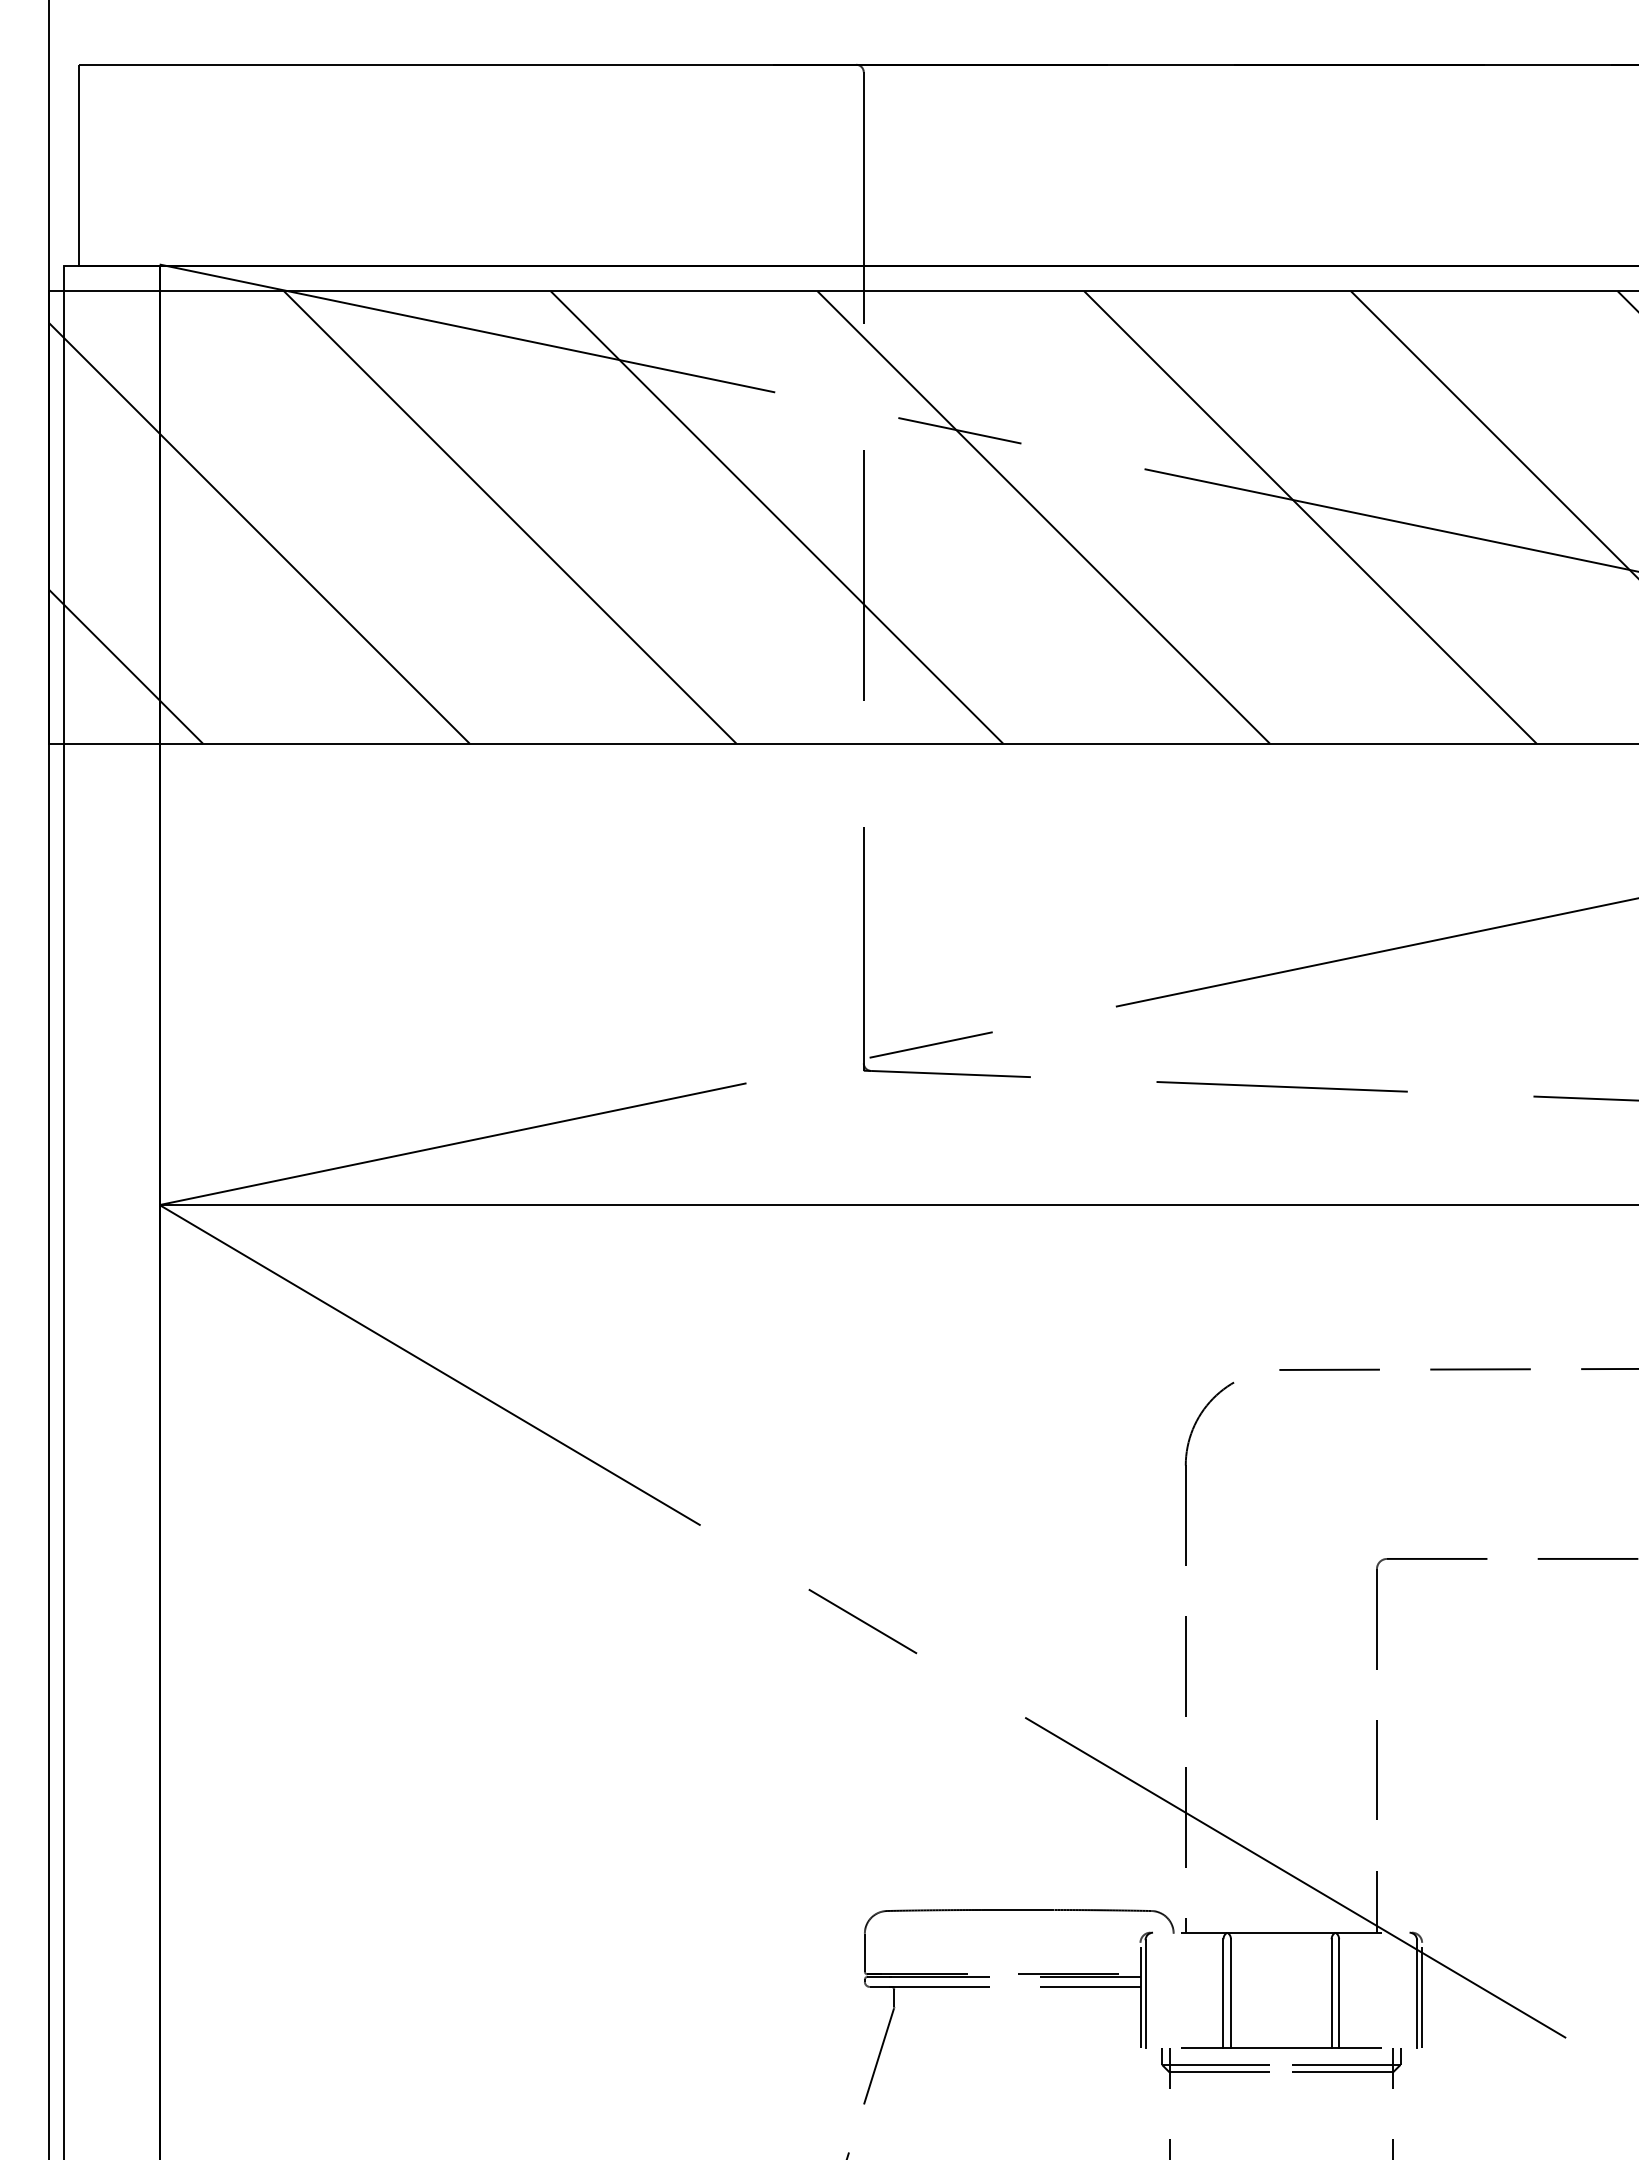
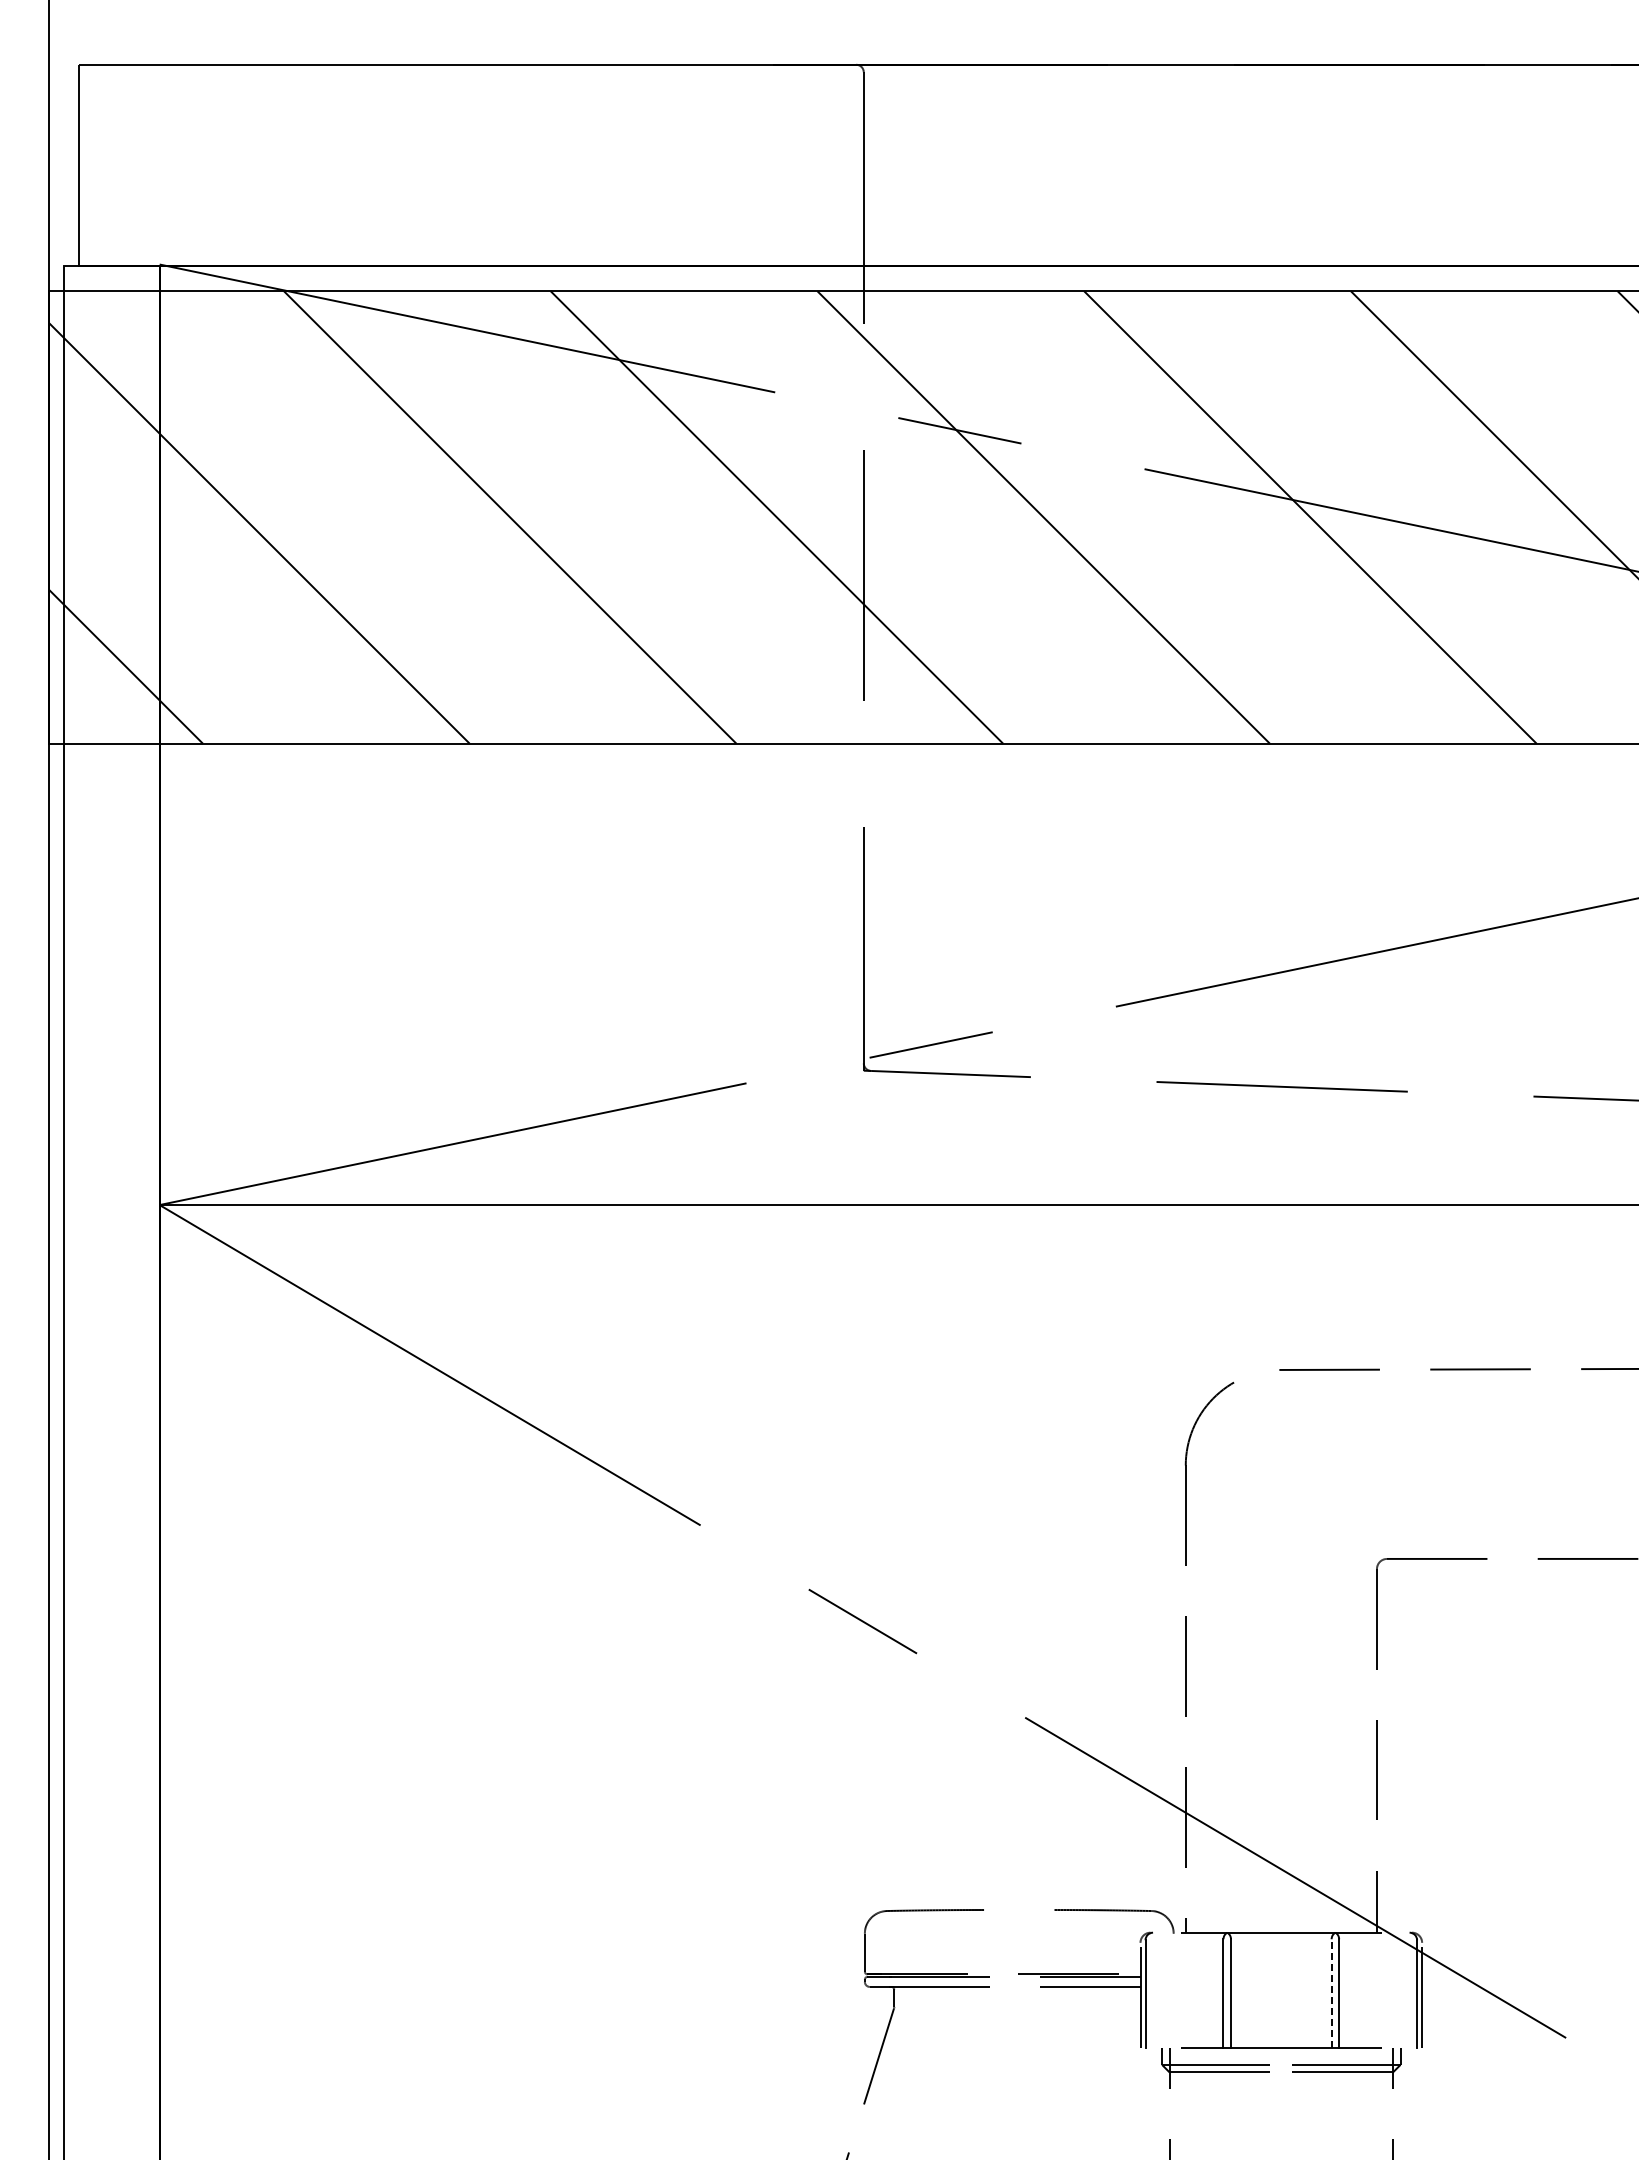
line at (1019, 1910): present -> none
line at (1331, 1993): solid -> dashed
